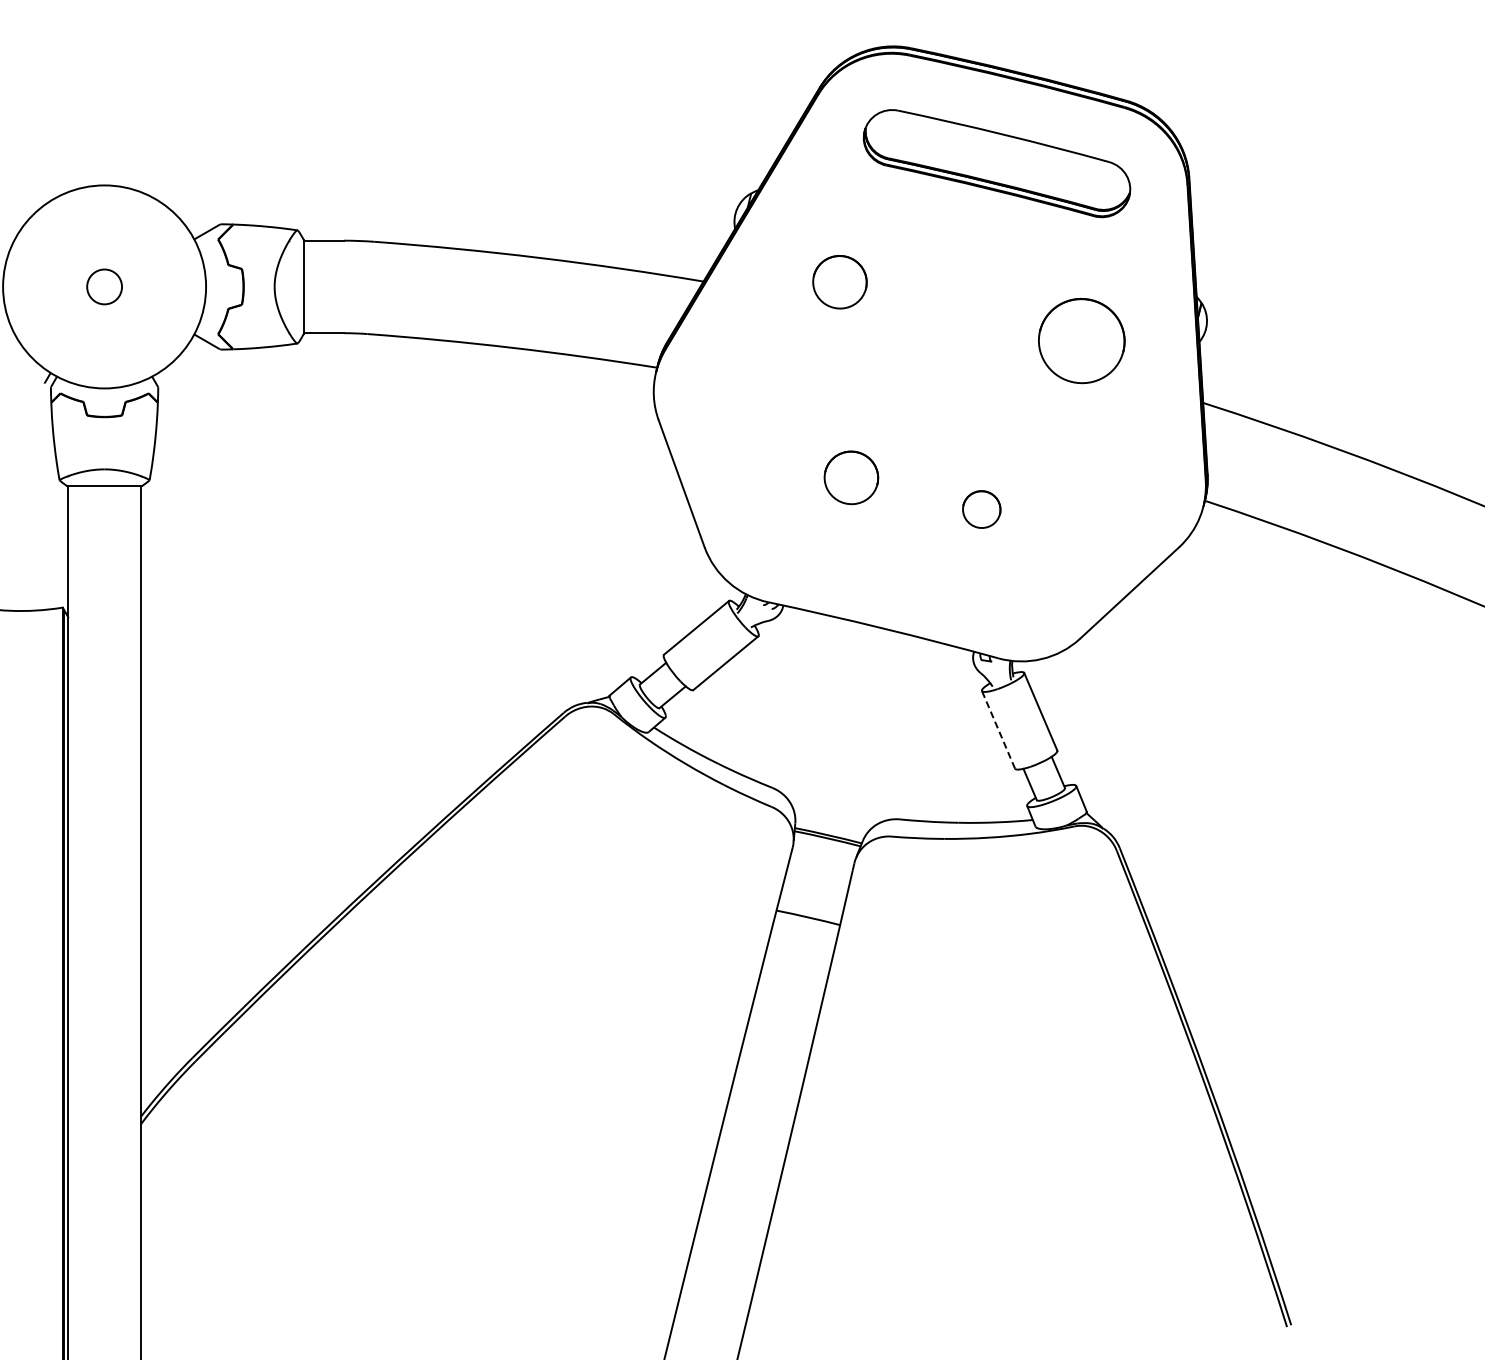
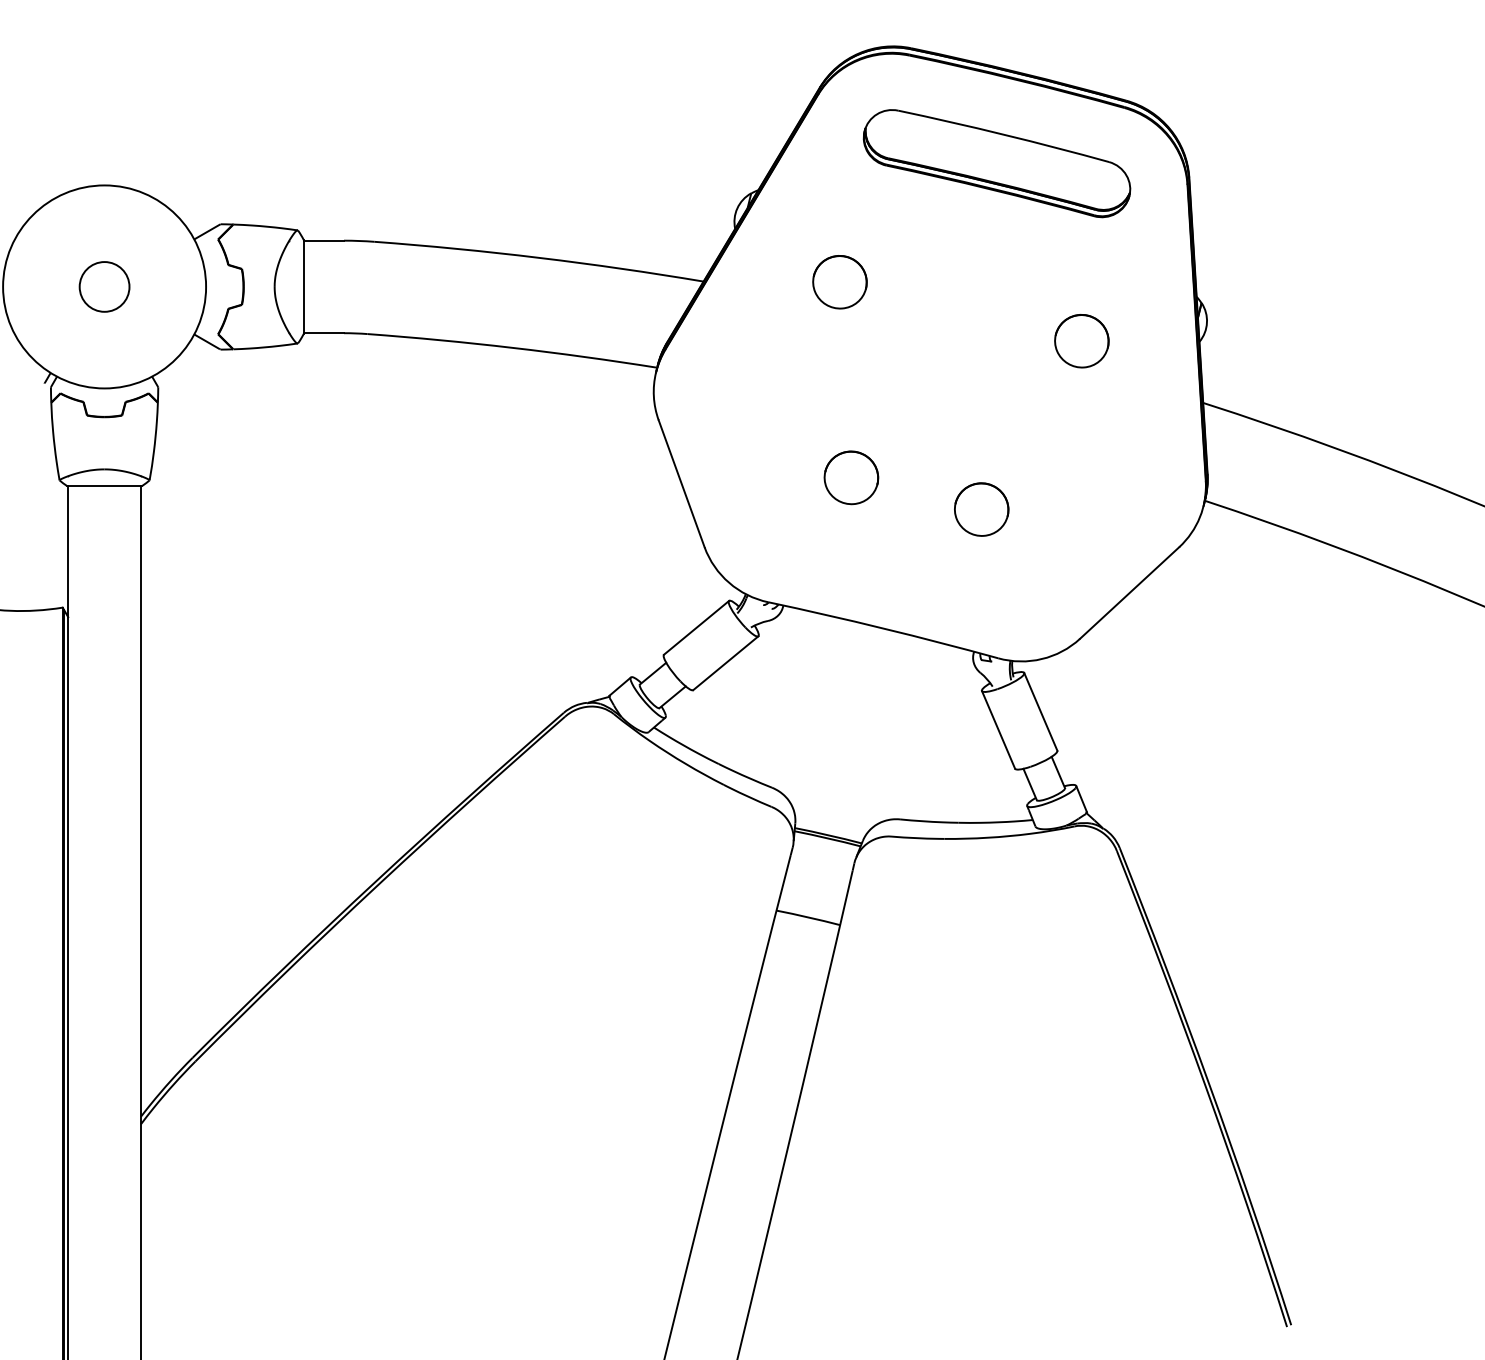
circle at (104, 286) diameter: 35 px -> 50 px
part at (1081, 341) size: 88x87 px -> 56x55 px
part at (981, 509) size: 40x39 px -> 56x55 px
line at (998, 729): dashed -> solid
